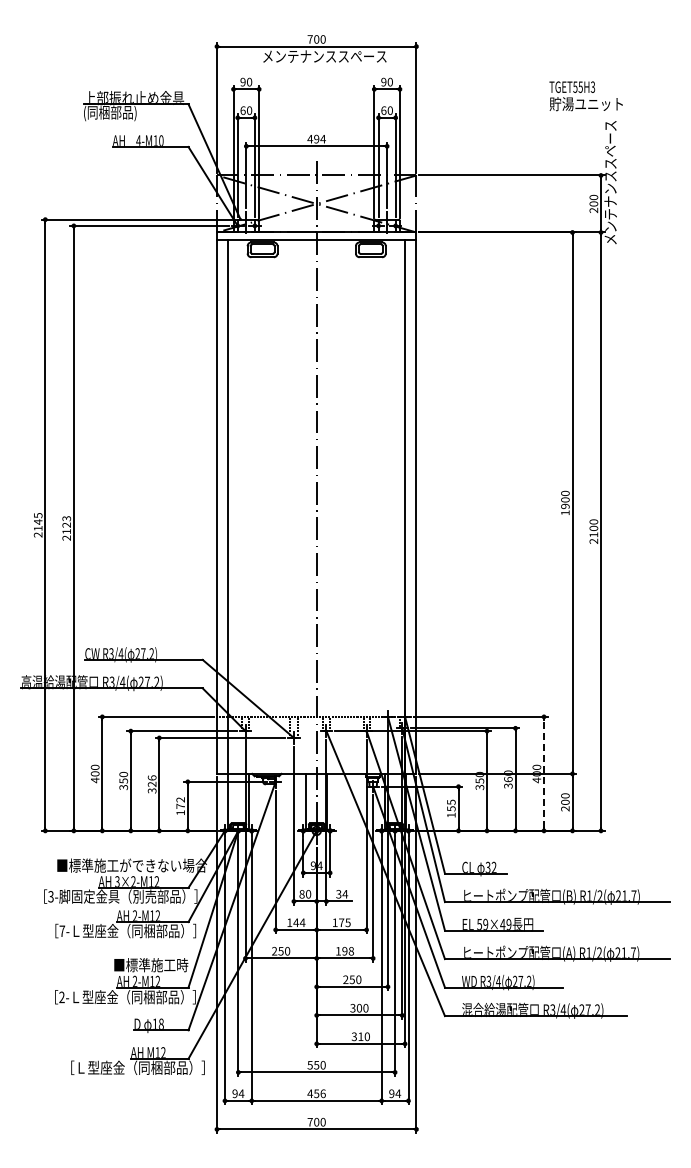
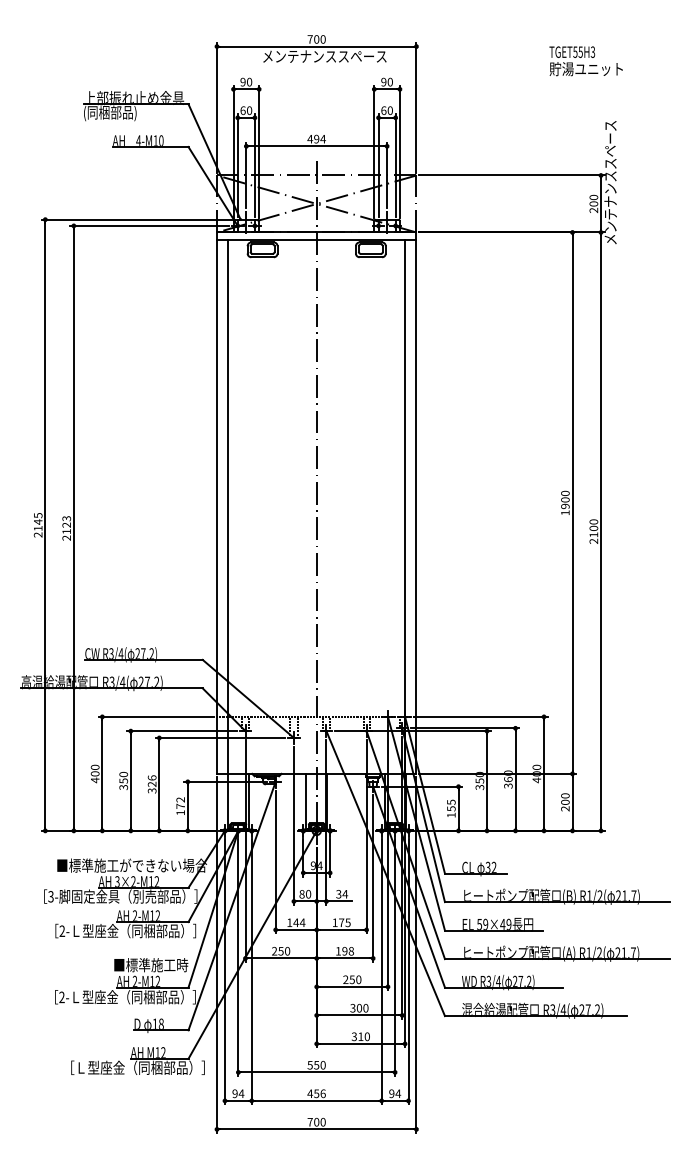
text at (585, 96) position: (585, 96) -> (585, 61)
line at (544, 773): dashed -> solid
text at (62, 930): 7- -> 2-
